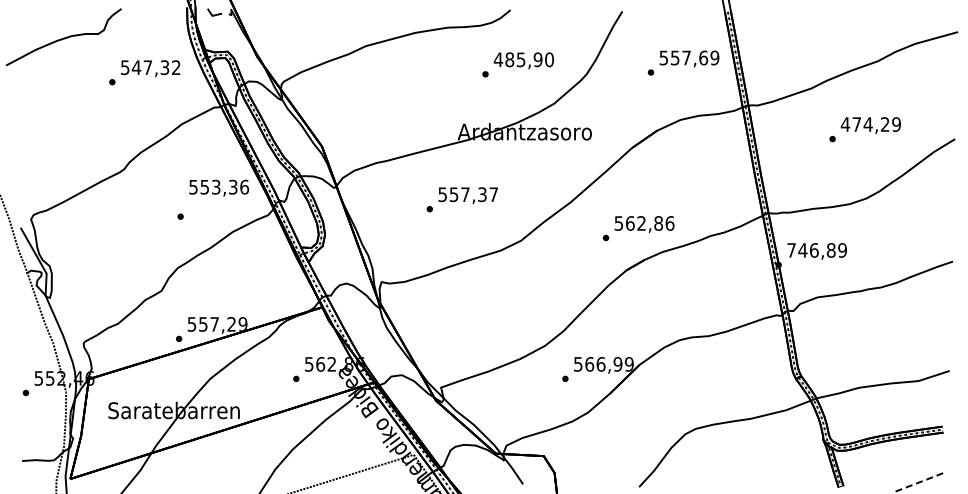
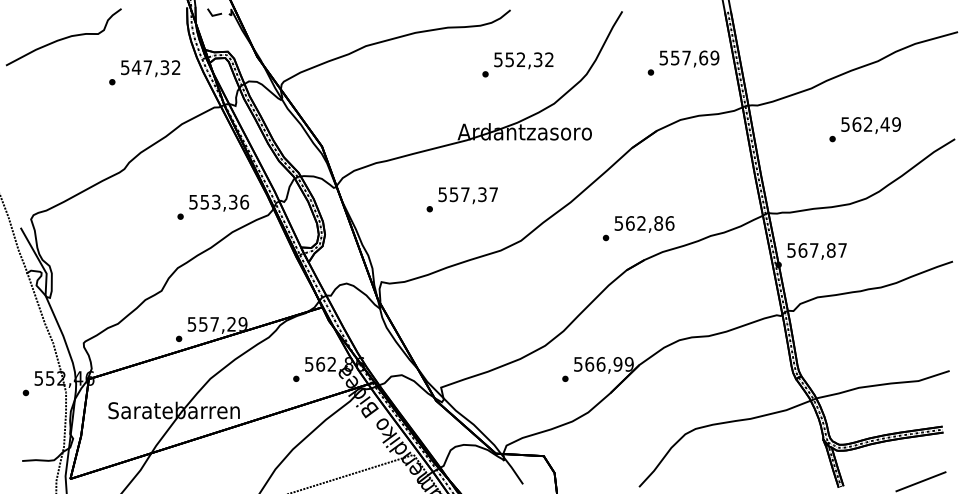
text at (523, 59): 485,90 -> 552,32
text at (864, 124): 474,29 -> 562,49
text at (219, 187) position: (219, 187) -> (219, 202)
text at (816, 250): 746,89 -> 567,87
line at (921, 481): dashed -> solid
